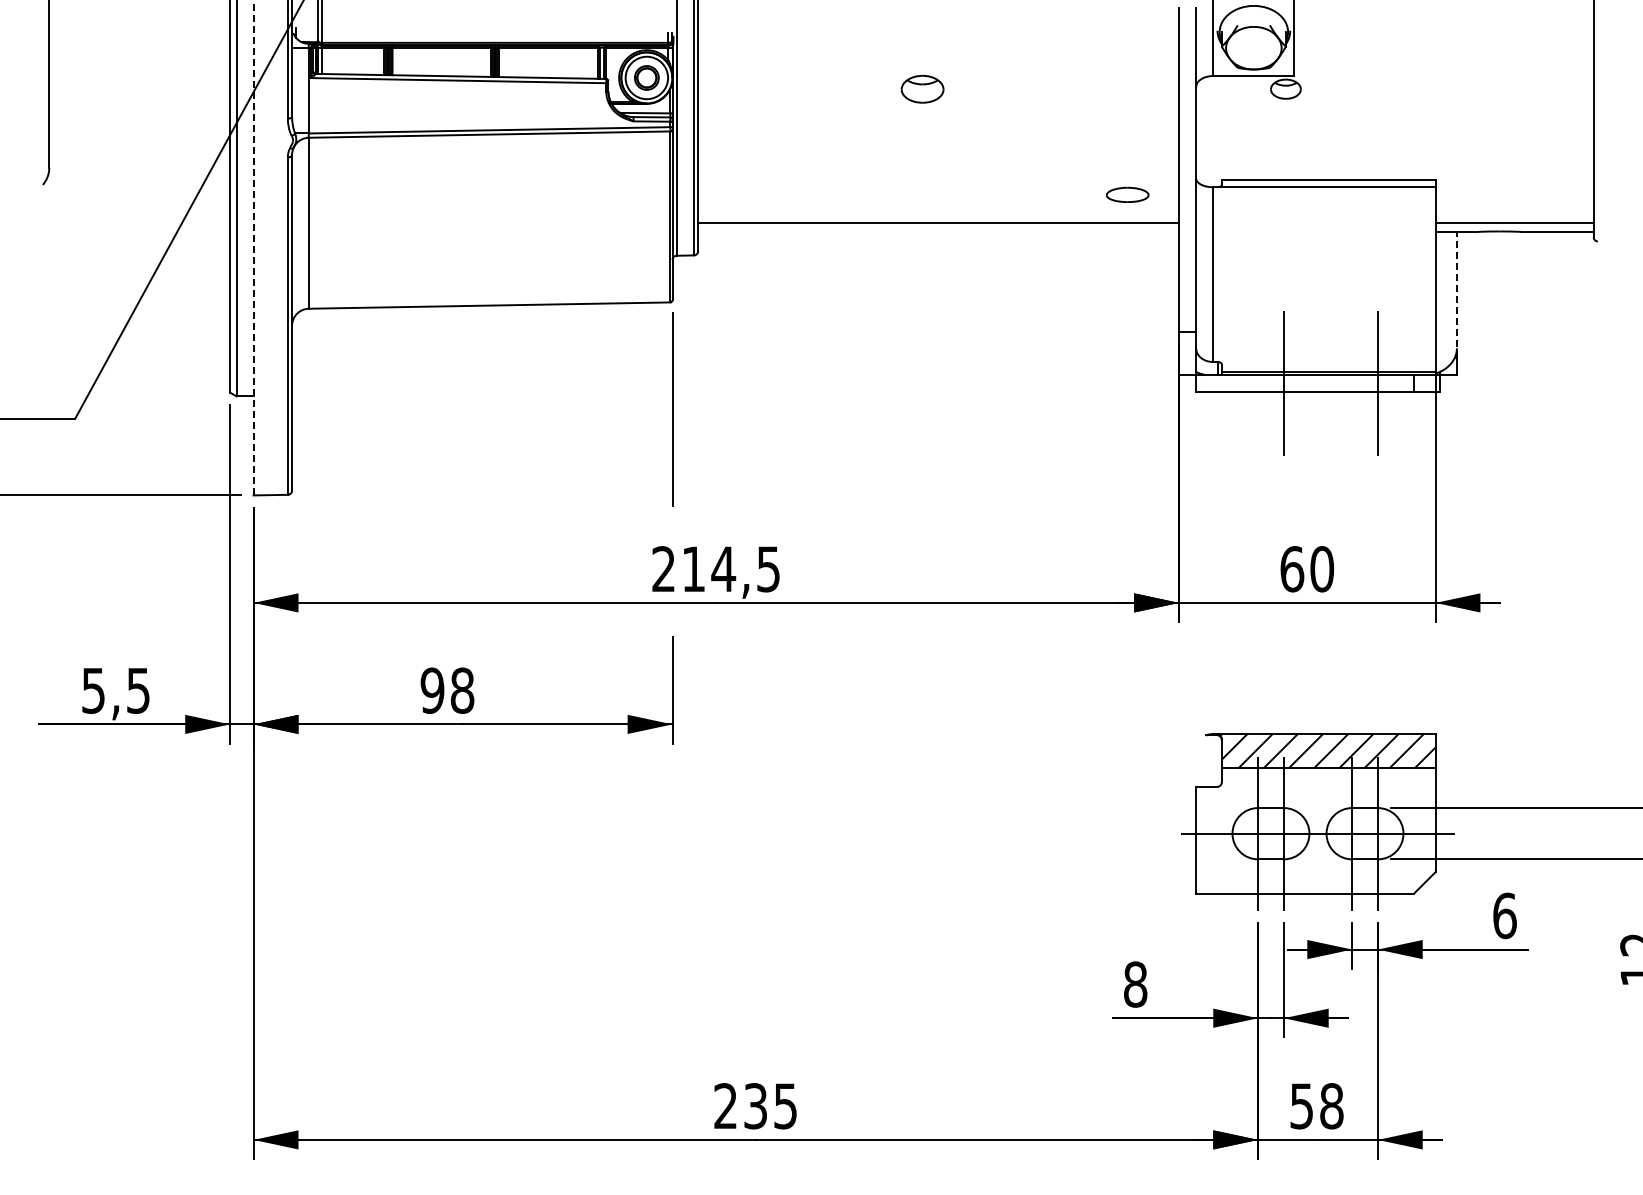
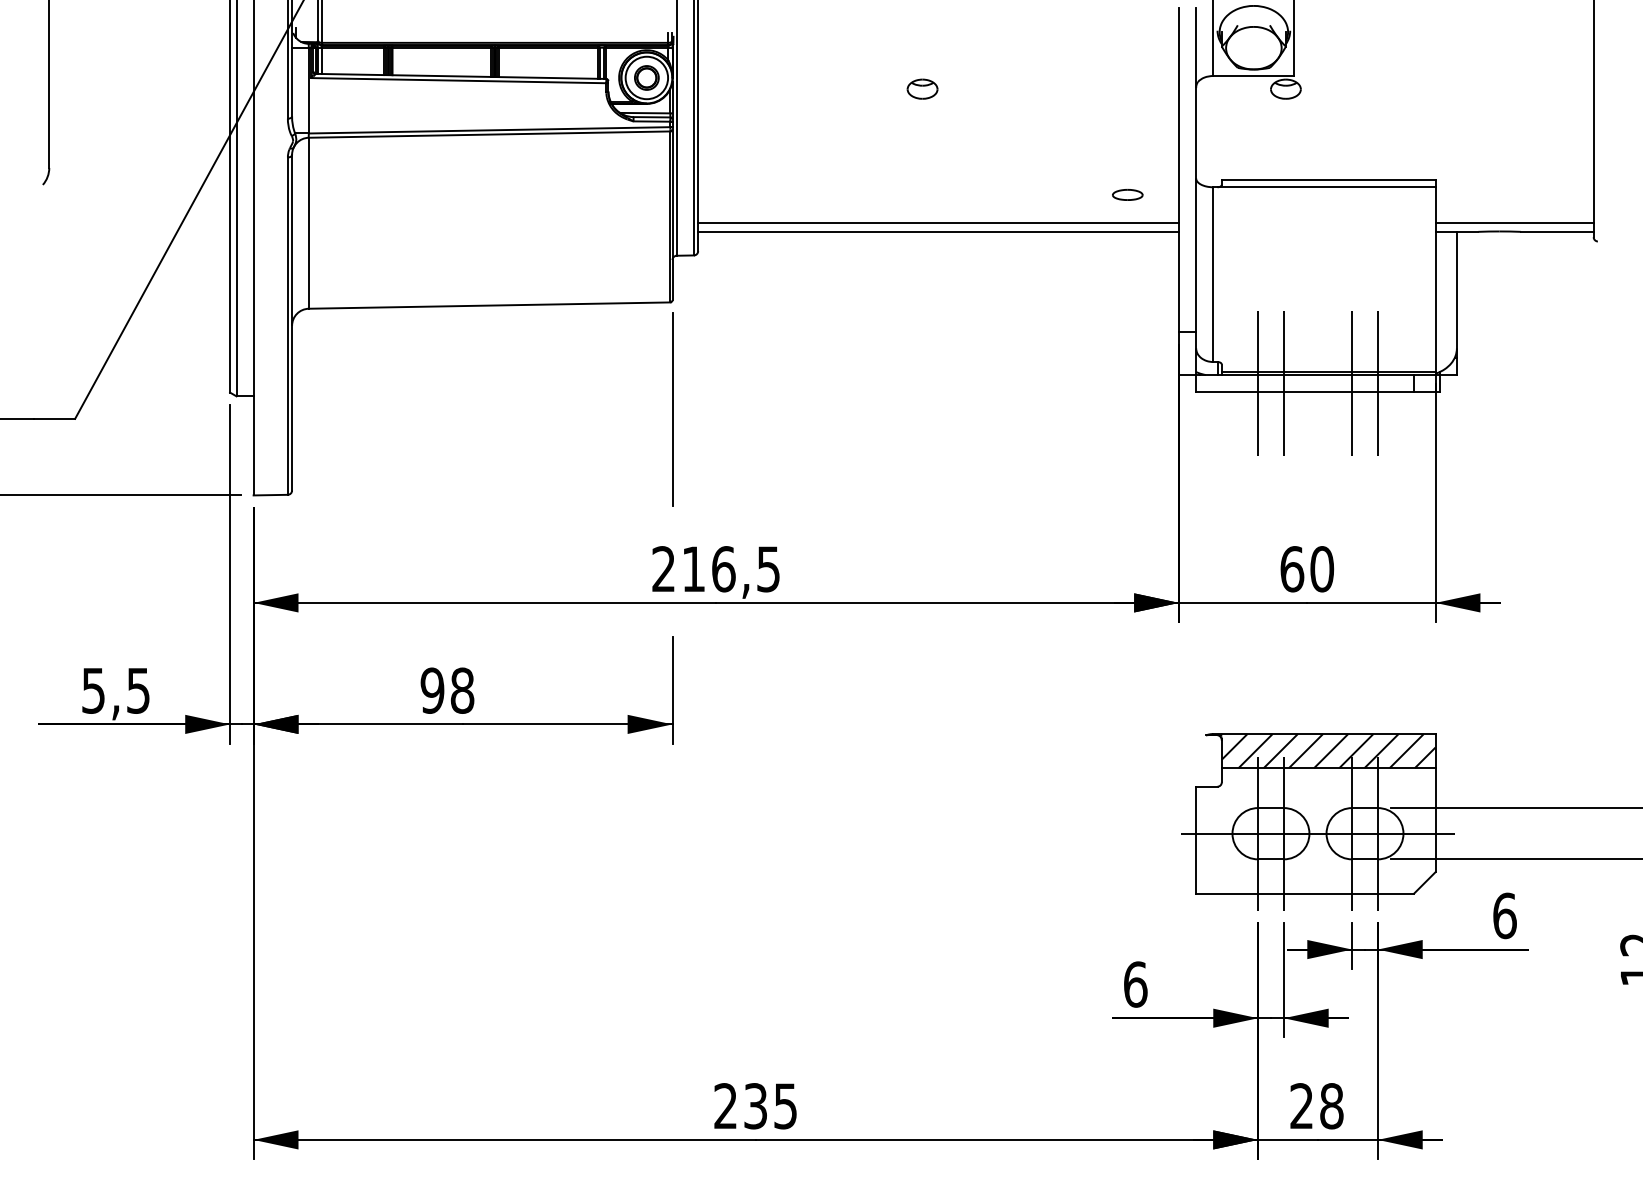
part at (922, 89) size: 45x29 px -> 33x22 px
part at (1127, 194) size: 45x17 px -> 32x12 px
line at (938, 231): none -> present
line at (253, 247): dashed -> solid
line at (1456, 294): dashed -> solid
line at (1258, 383): none -> present
line at (1352, 383): none -> present
text at (723, 569): 214,5 -> 216,5
text at (1135, 984): 8 -> 6
text at (1301, 1106): 58 -> 28
